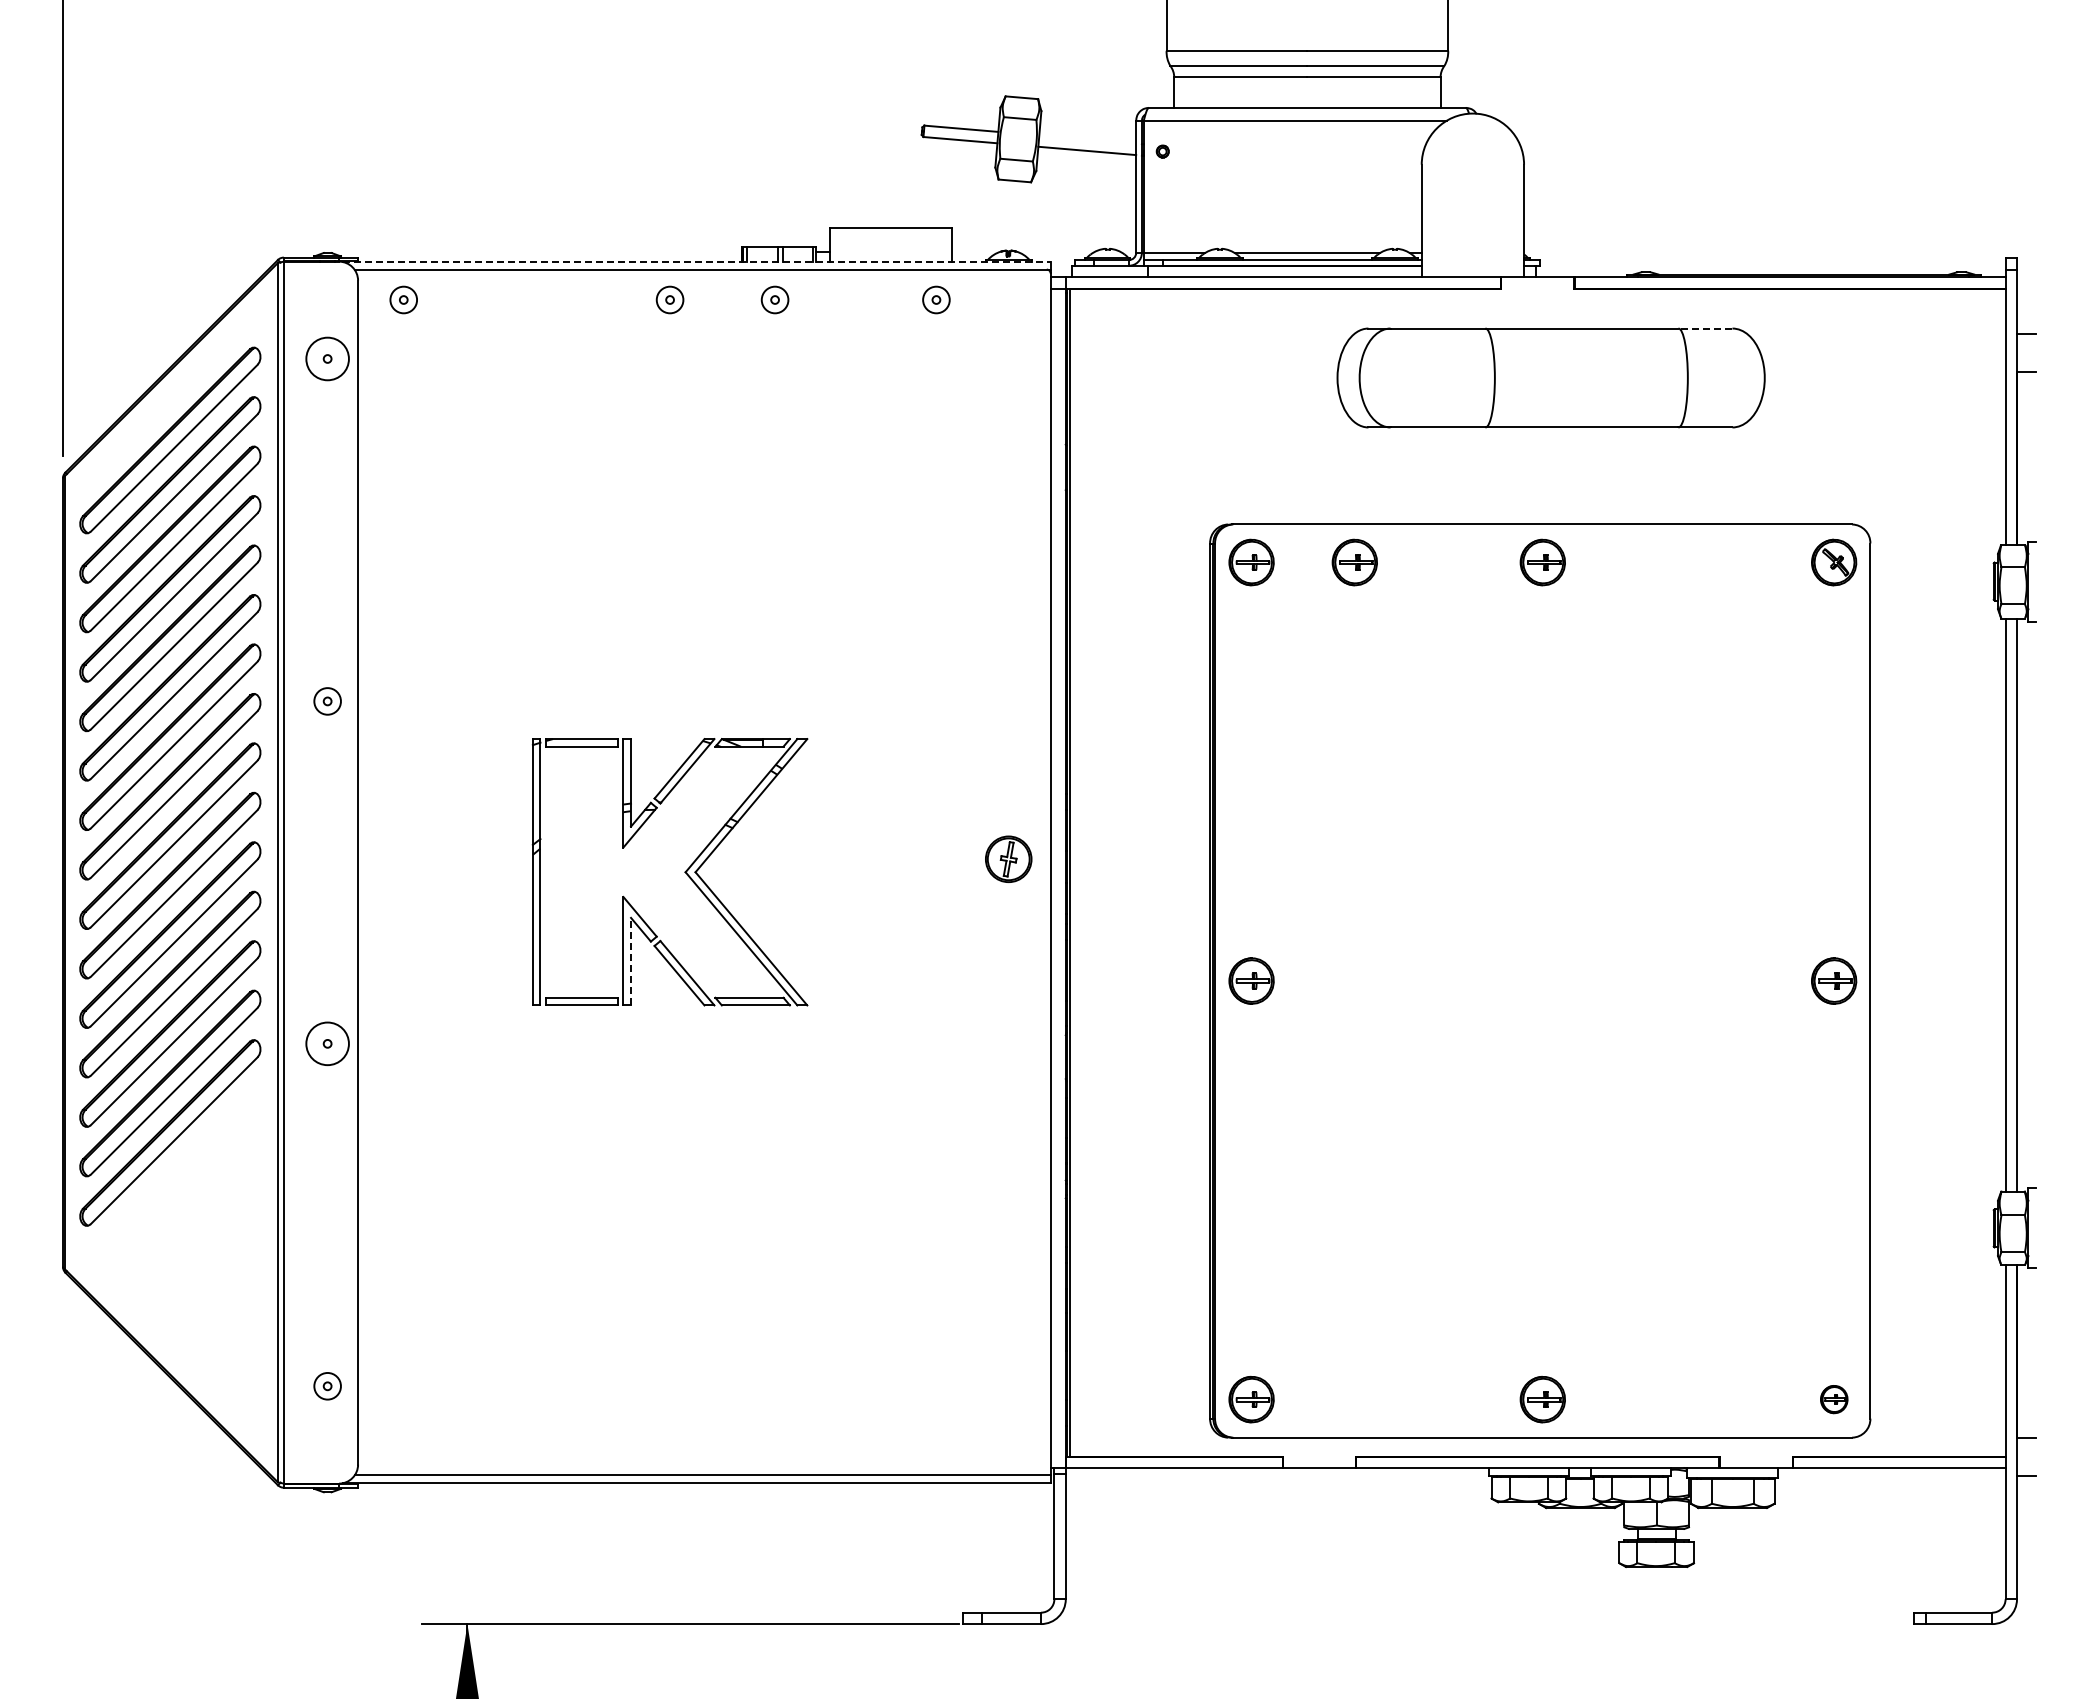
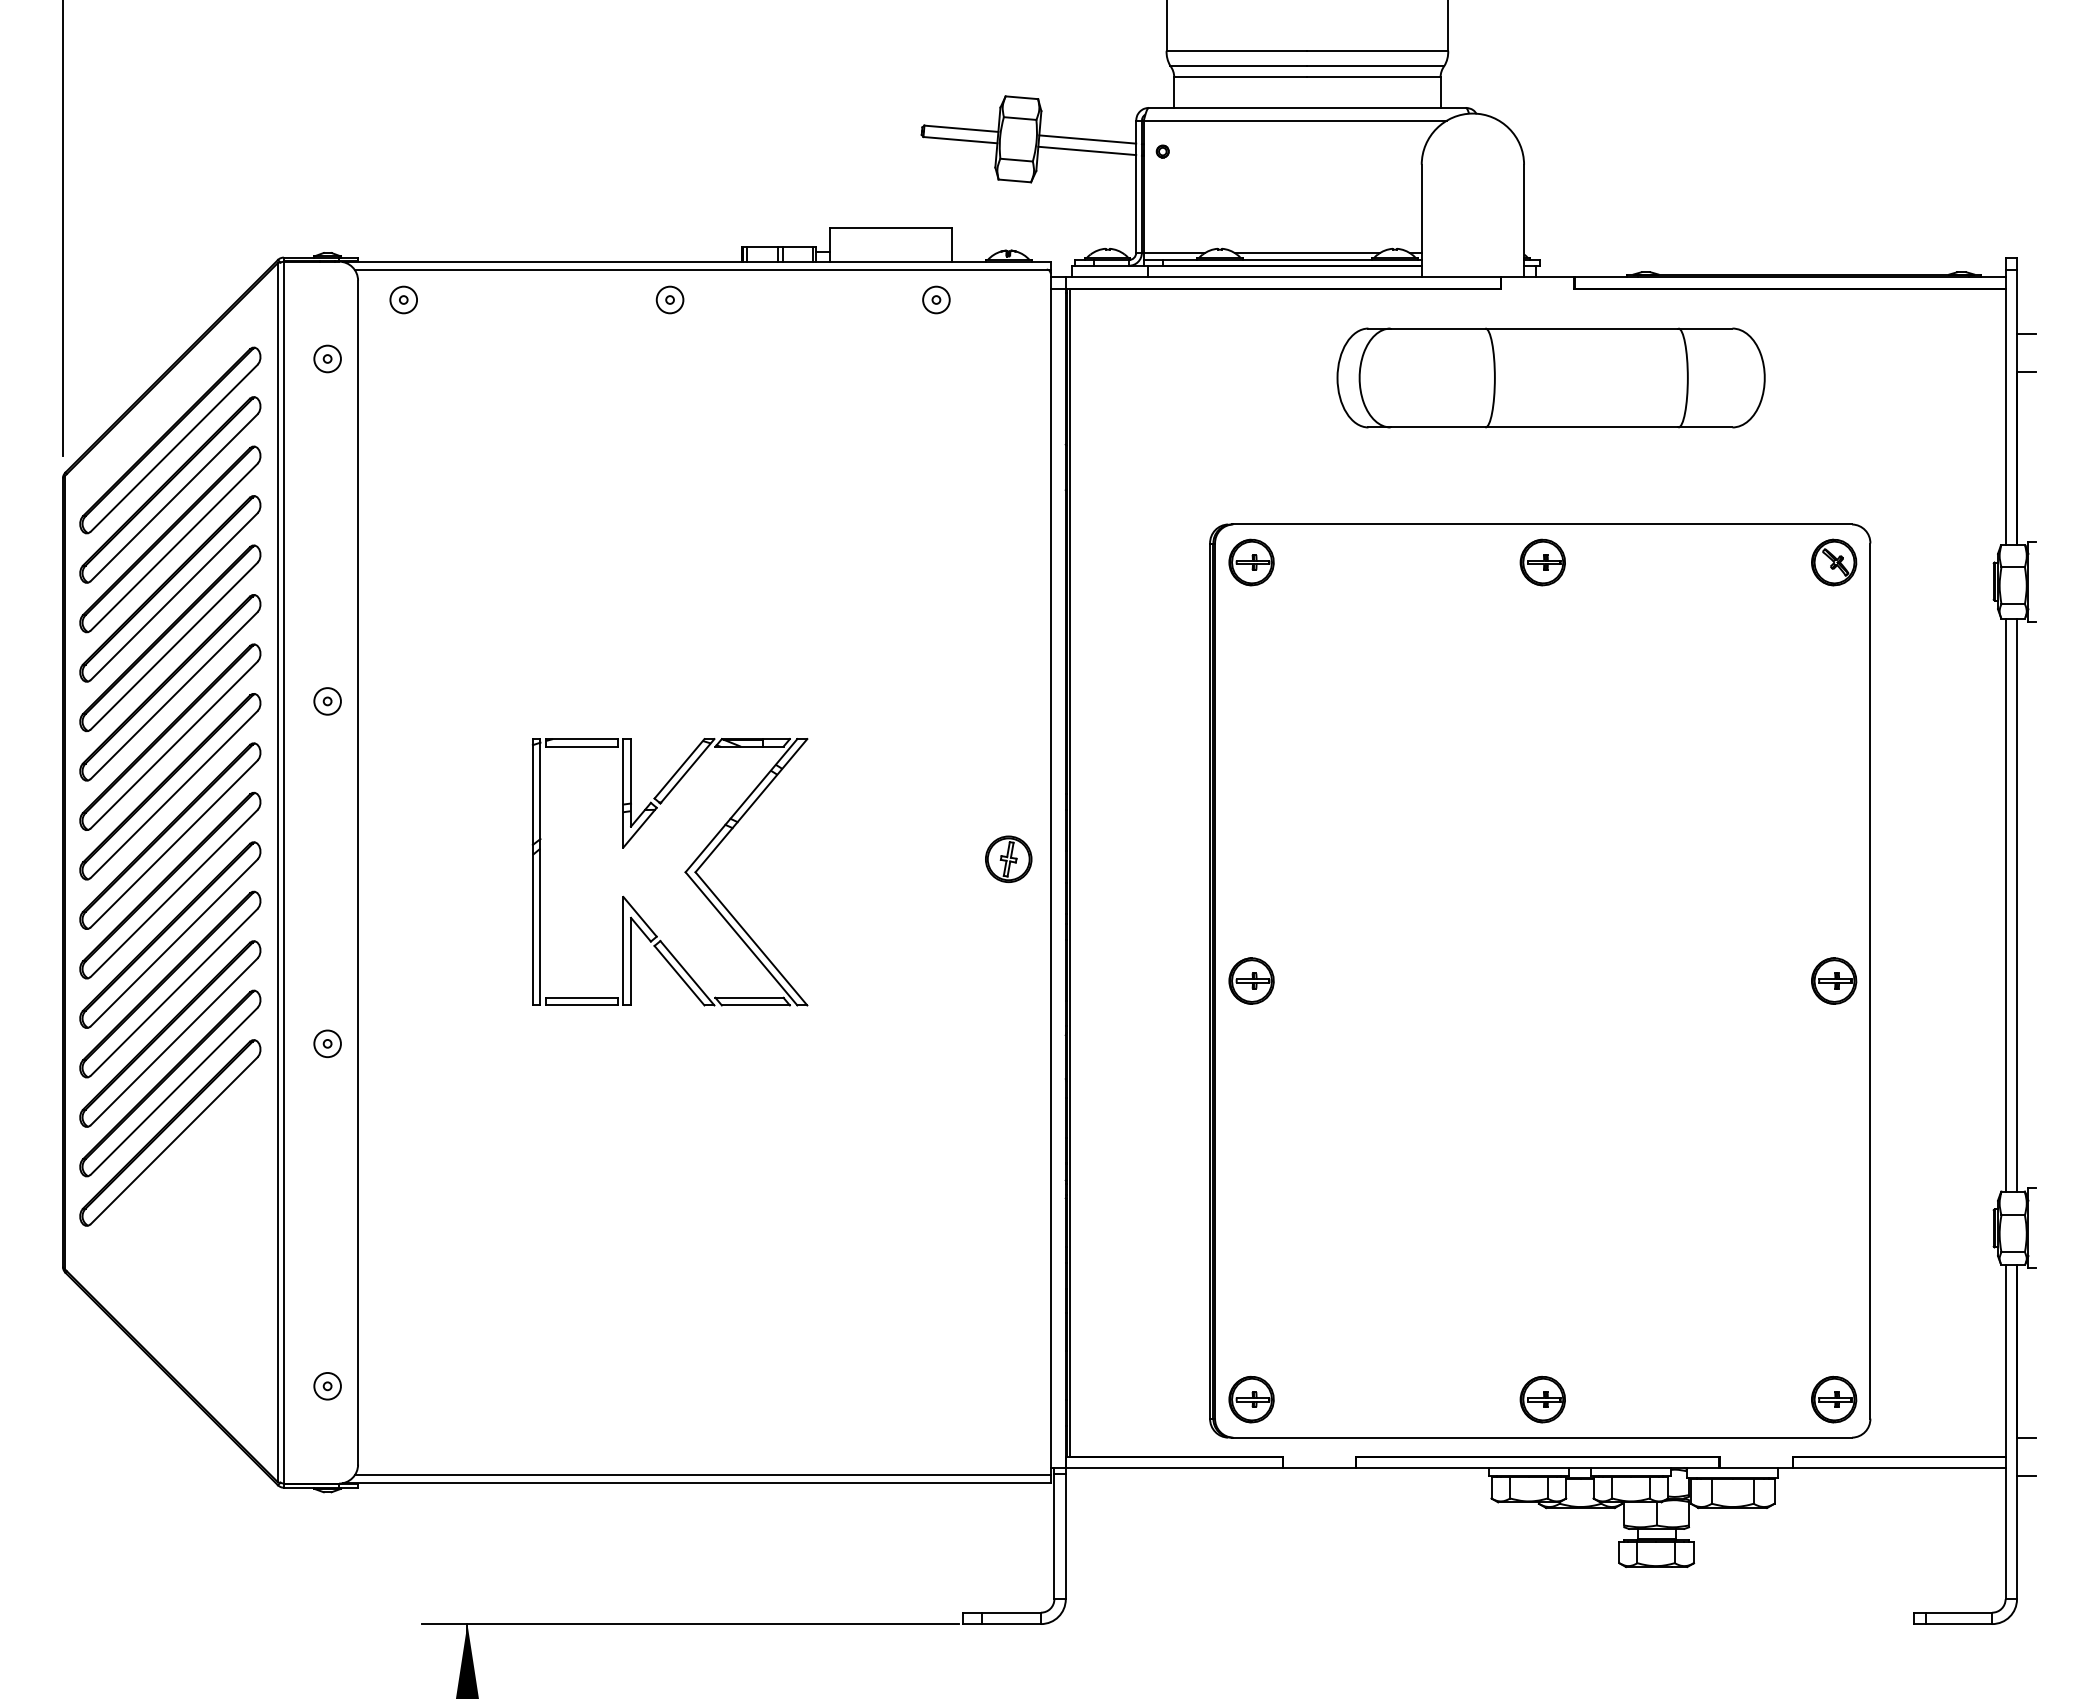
line at (1087, 139): none -> present
line at (697, 261): dashed -> solid
part at (774, 299): present -> none
line at (1705, 328): dashed -> solid
circle at (327, 358) diameter: 43 px -> 27 px
part at (1354, 562): present -> none
line at (631, 961): dashed -> solid
circle at (327, 1043) diameter: 43 px -> 27 px
part at (1834, 1399) size: 29x30 px -> 47x49 px
